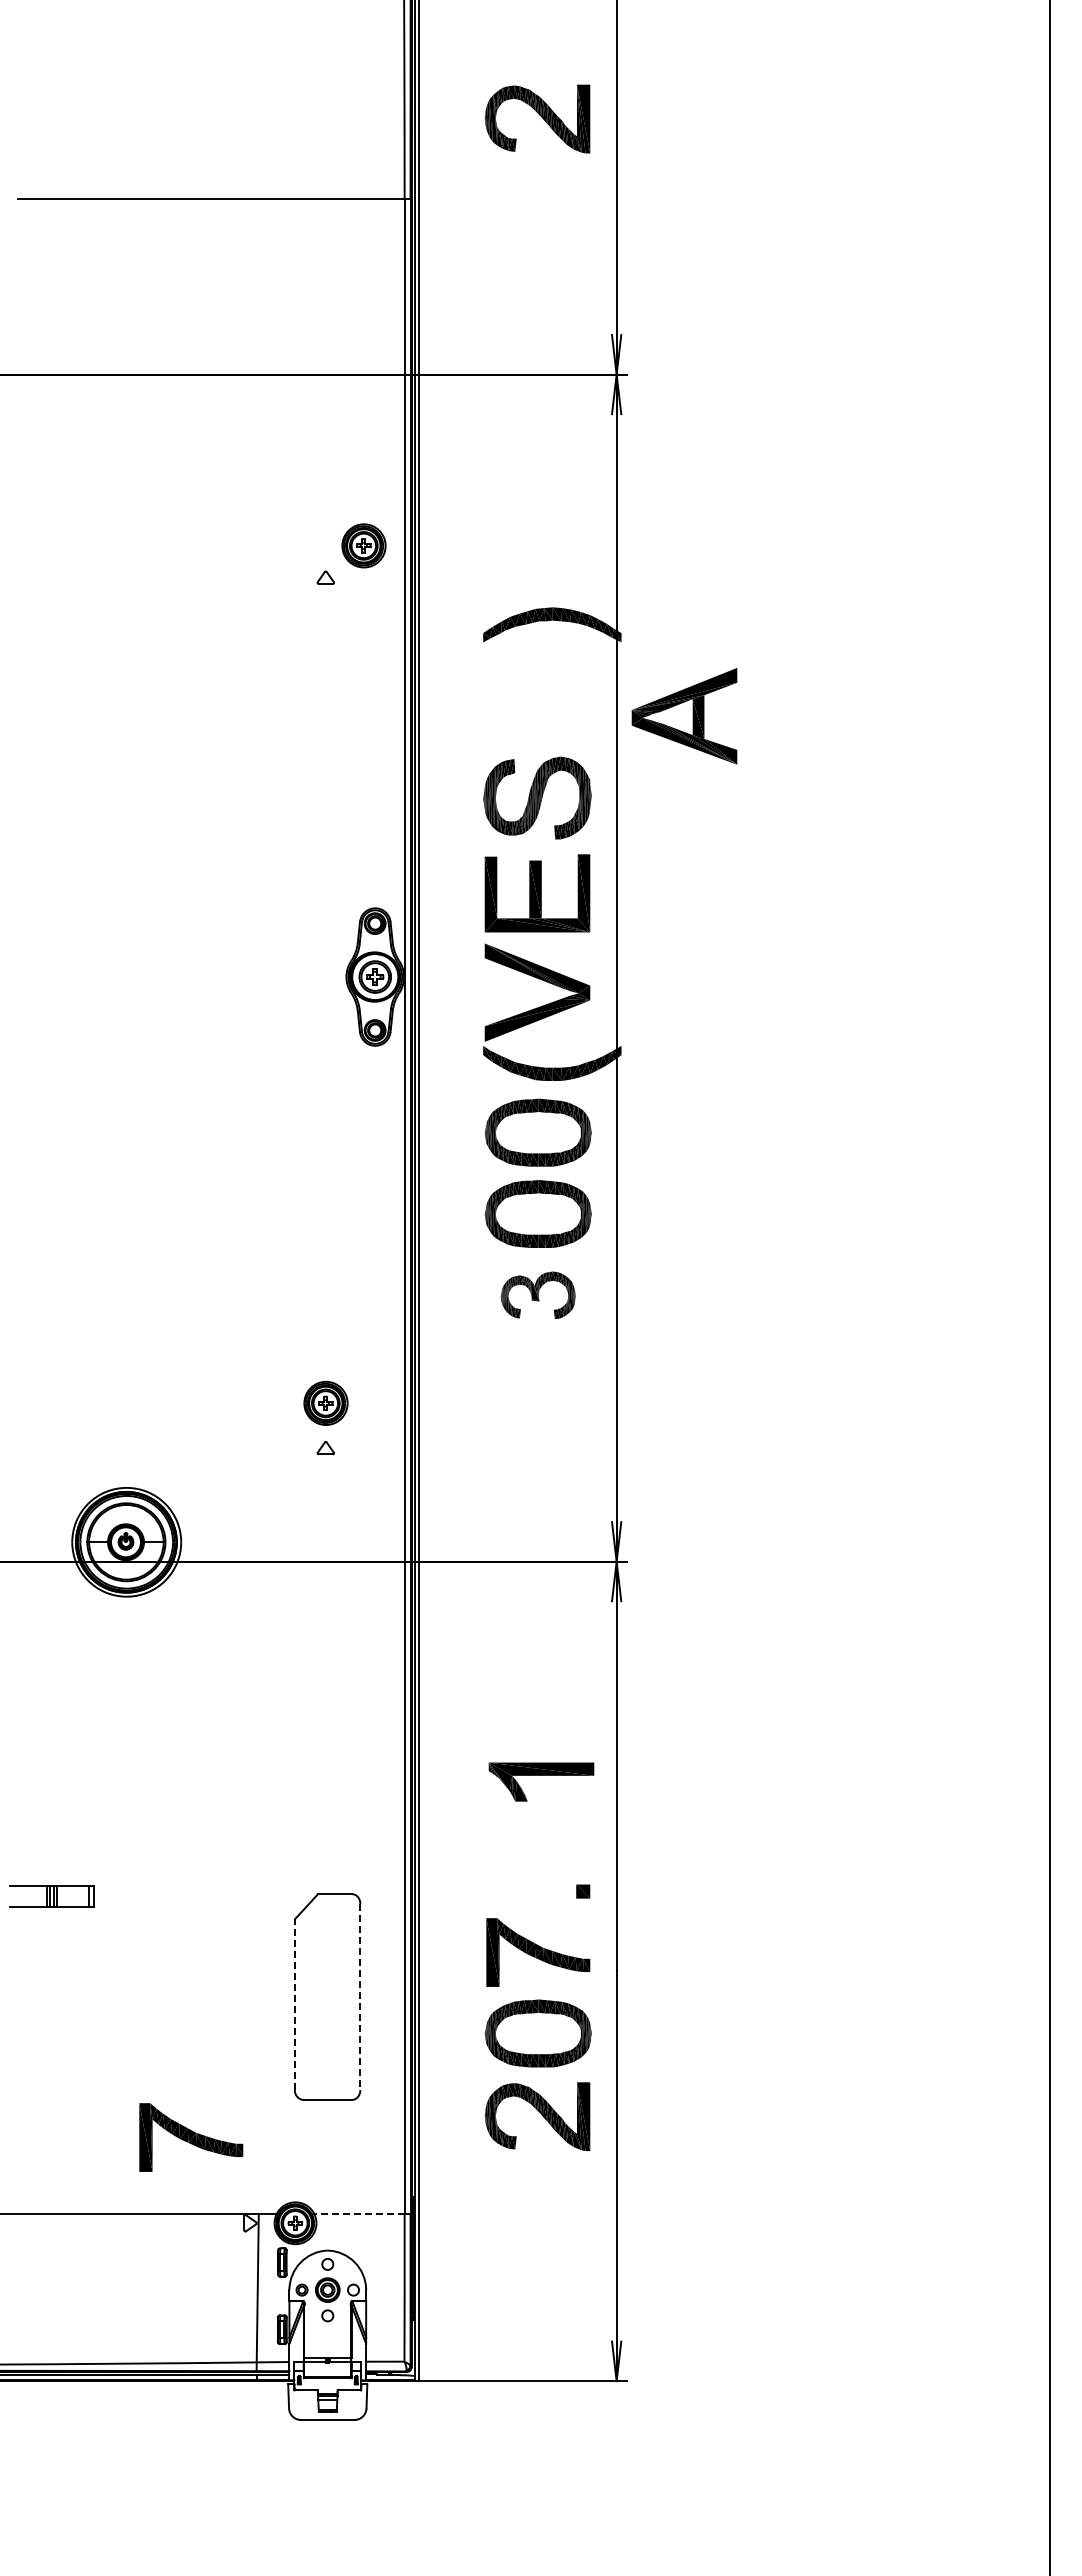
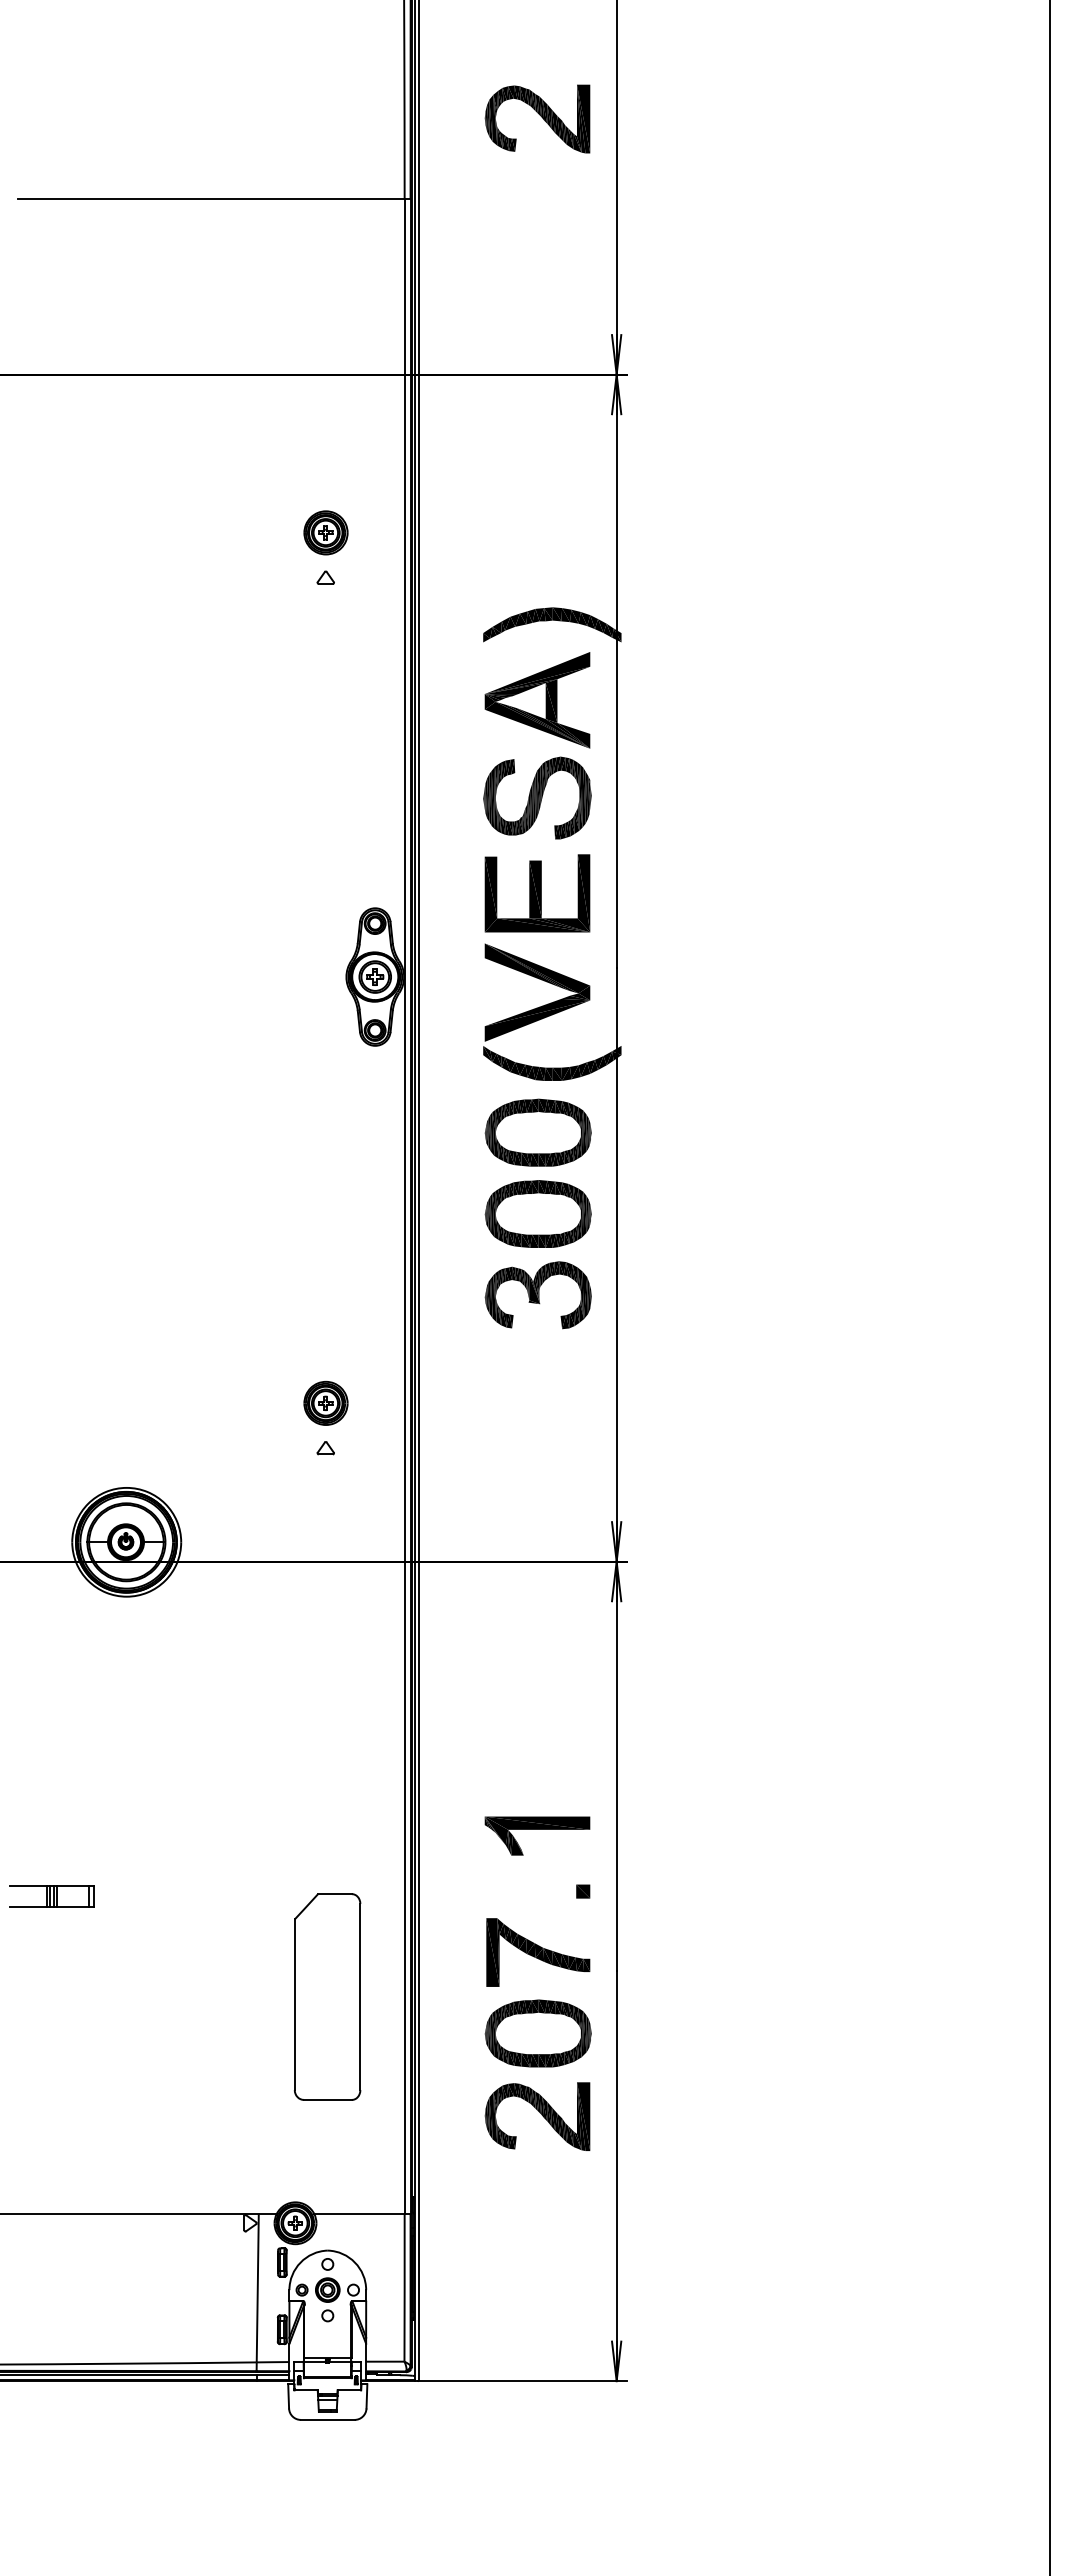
part at (363, 545) position: (363, 545) -> (325, 532)
part at (684, 716) position: (684, 716) -> (537, 700)
part at (537, 1294) size: 76x48 px -> 108x69 px
part at (541, 1781) position: (541, 1781) -> (537, 1835)
line at (360, 1997): dashed -> solid
line at (294, 2004): dashed -> solid
part at (191, 2137): present -> none
line at (358, 2213): dashed -> solid
